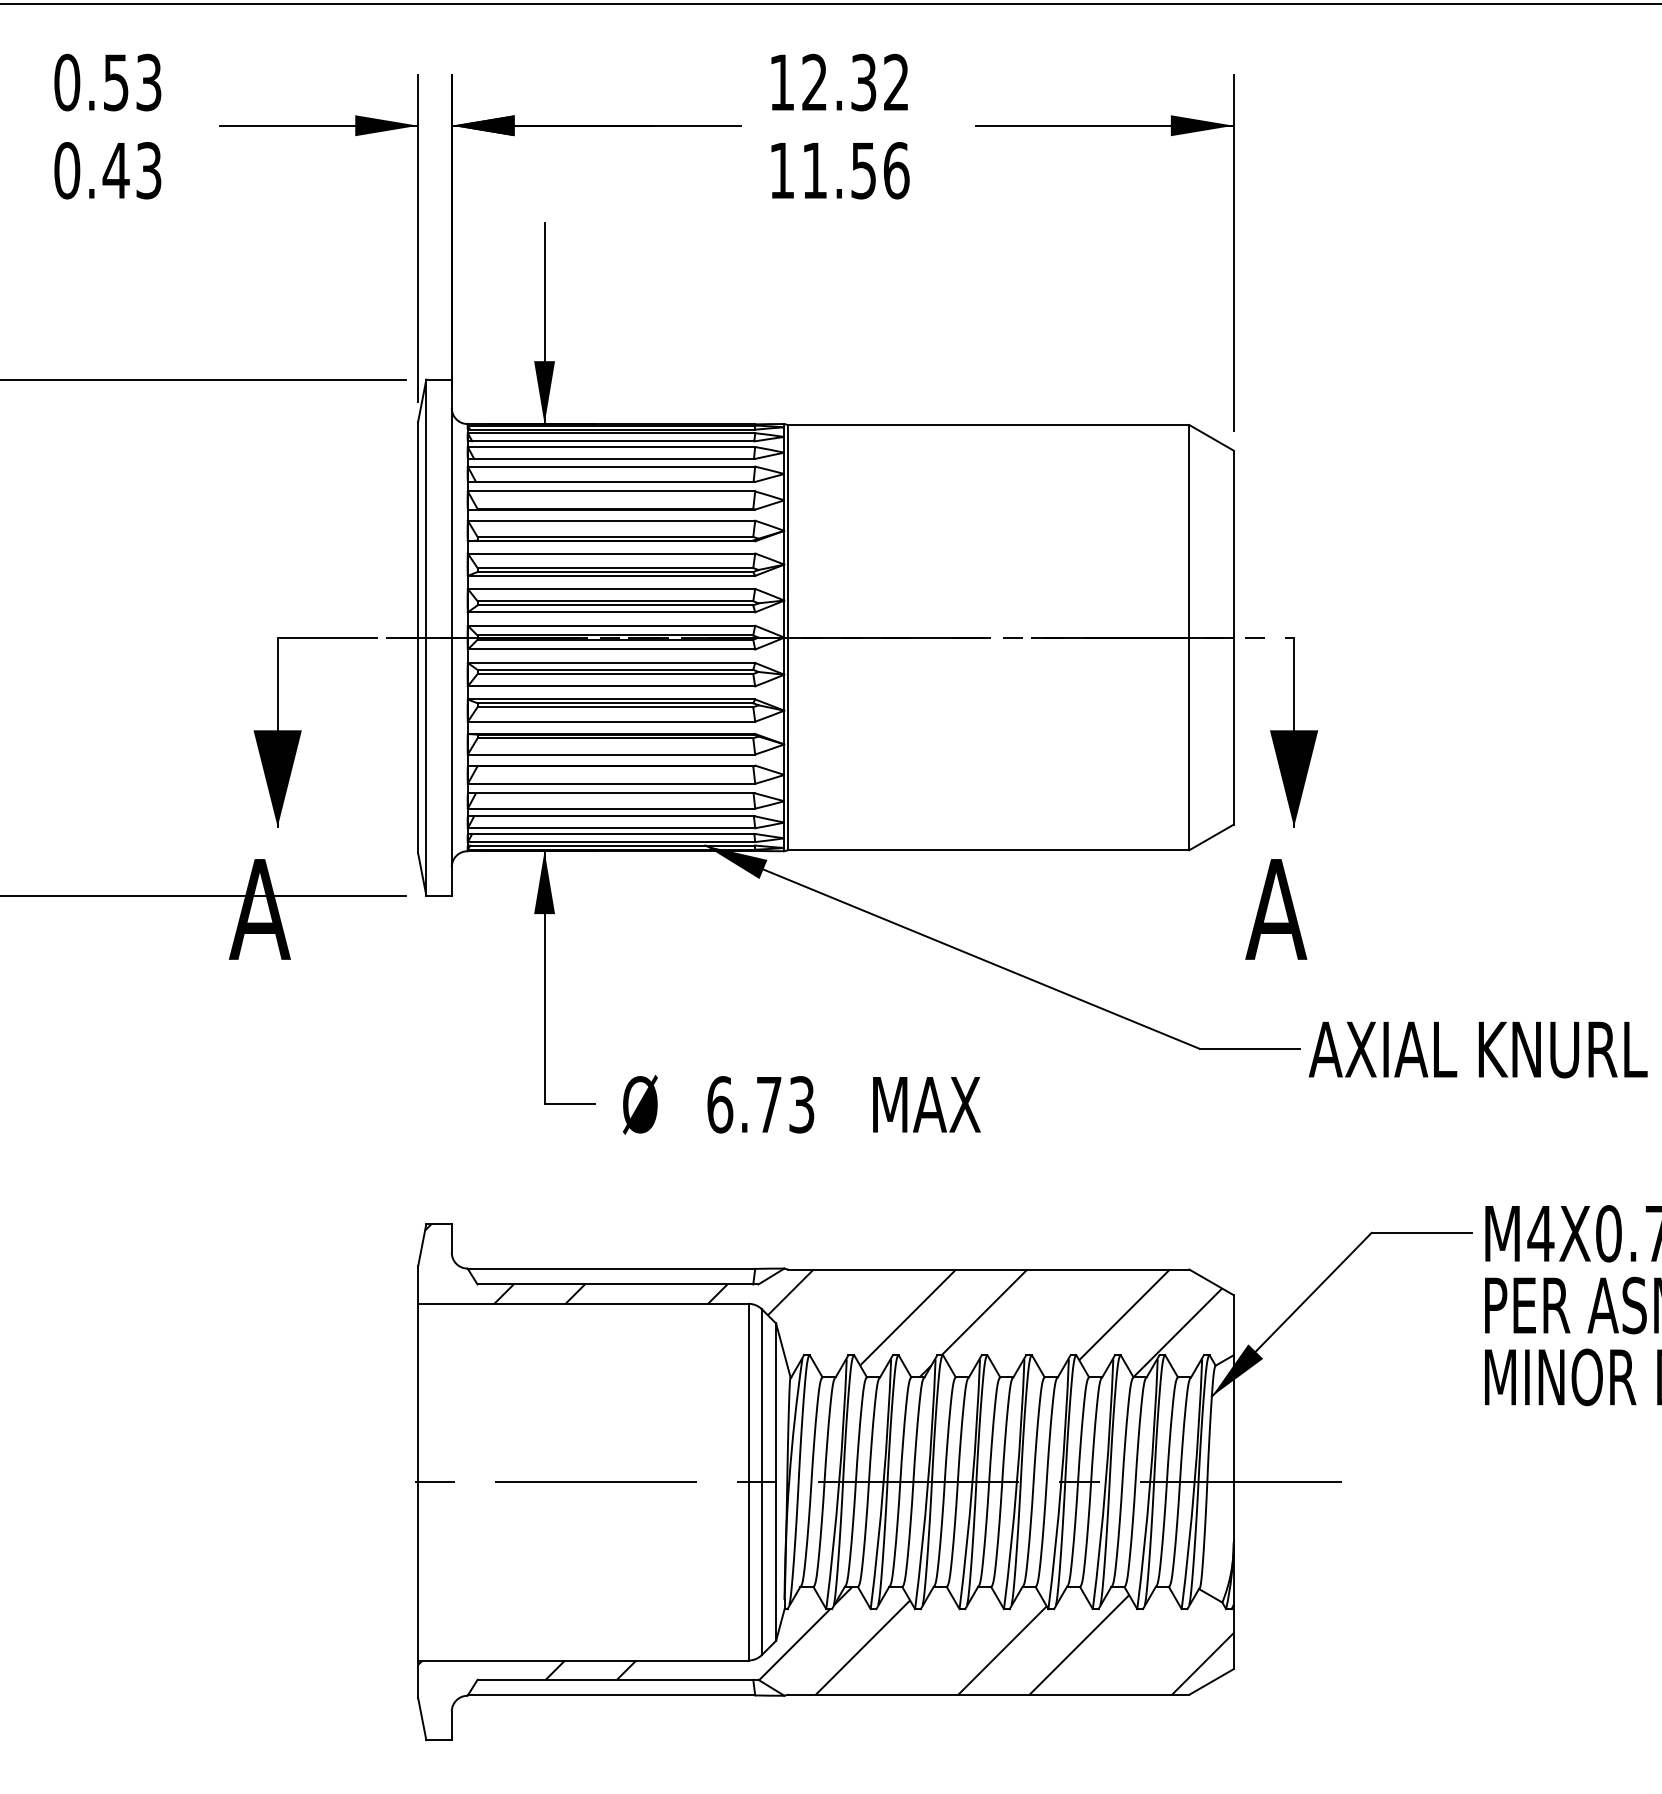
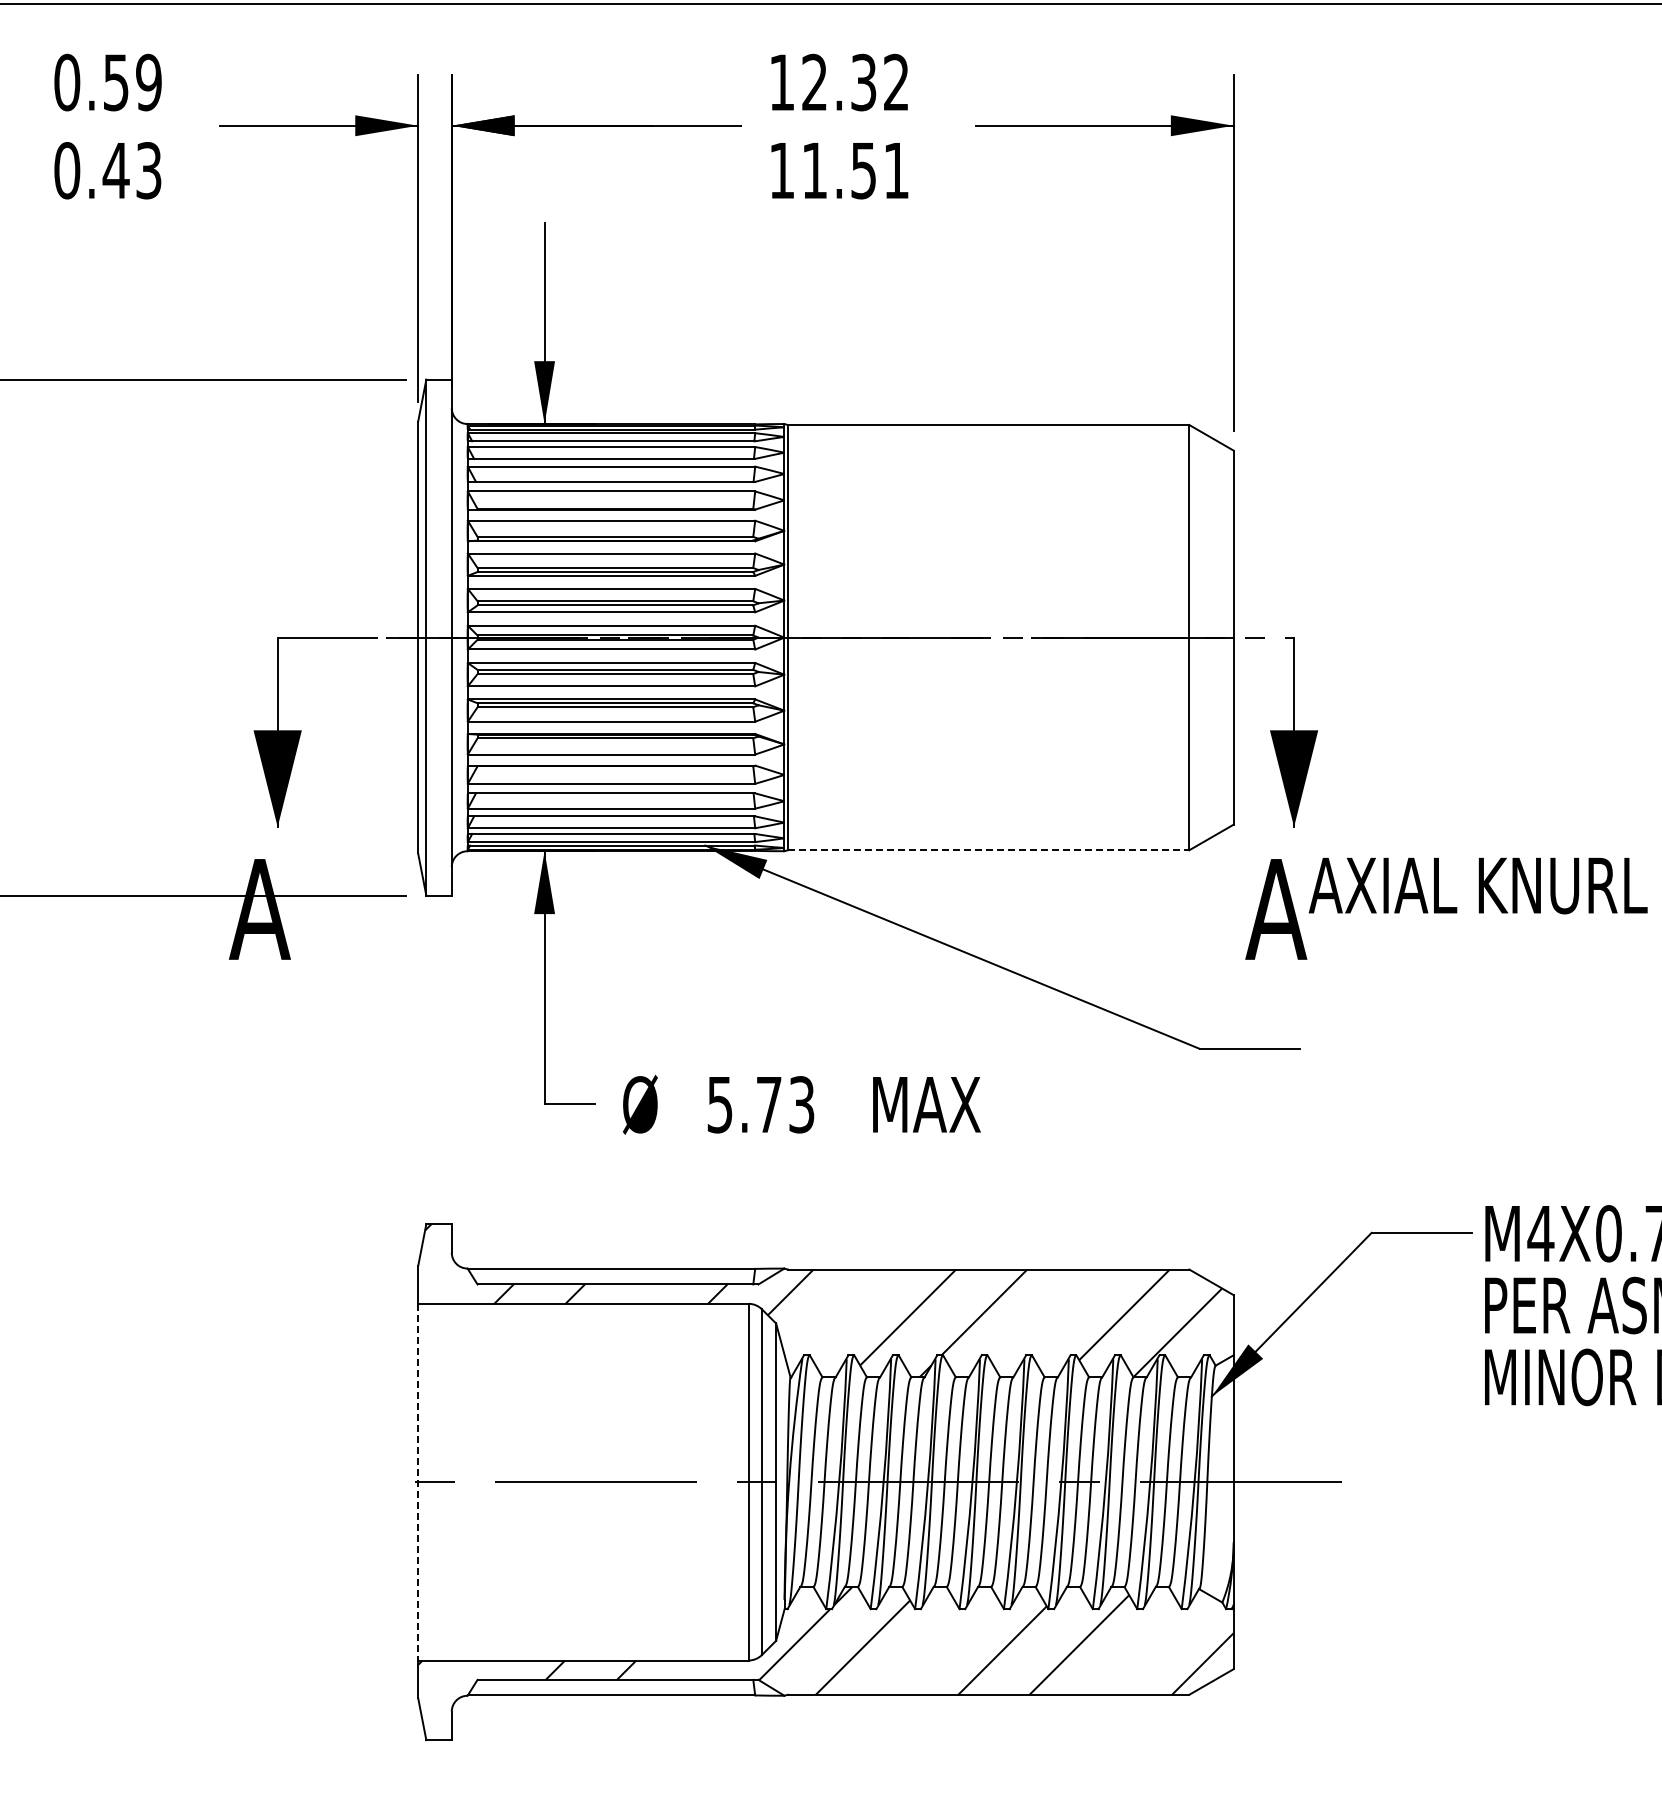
text at (148, 82): 0.53 -> 0.59
text at (896, 170): 11.56 -> 11.51
line at (988, 850): solid -> dashed
text at (1477, 1049) position: (1477, 1049) -> (1477, 885)
text at (720, 1104): 6.73 -> 5.73
line at (418, 1482): solid -> dashed
